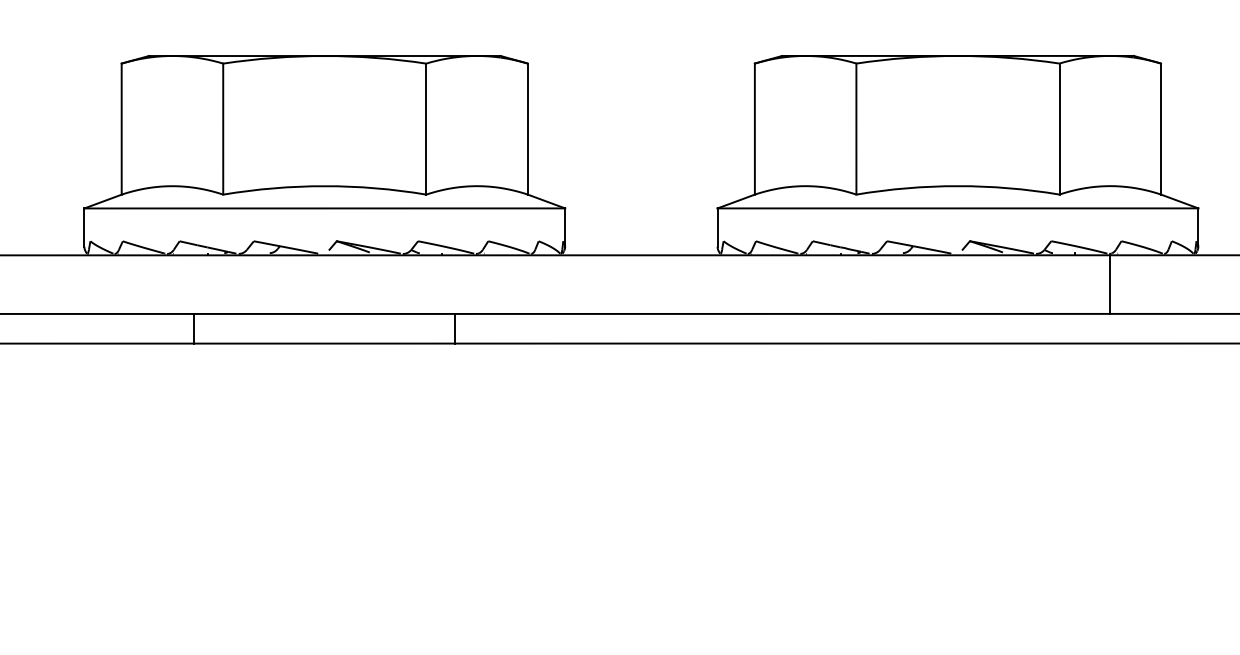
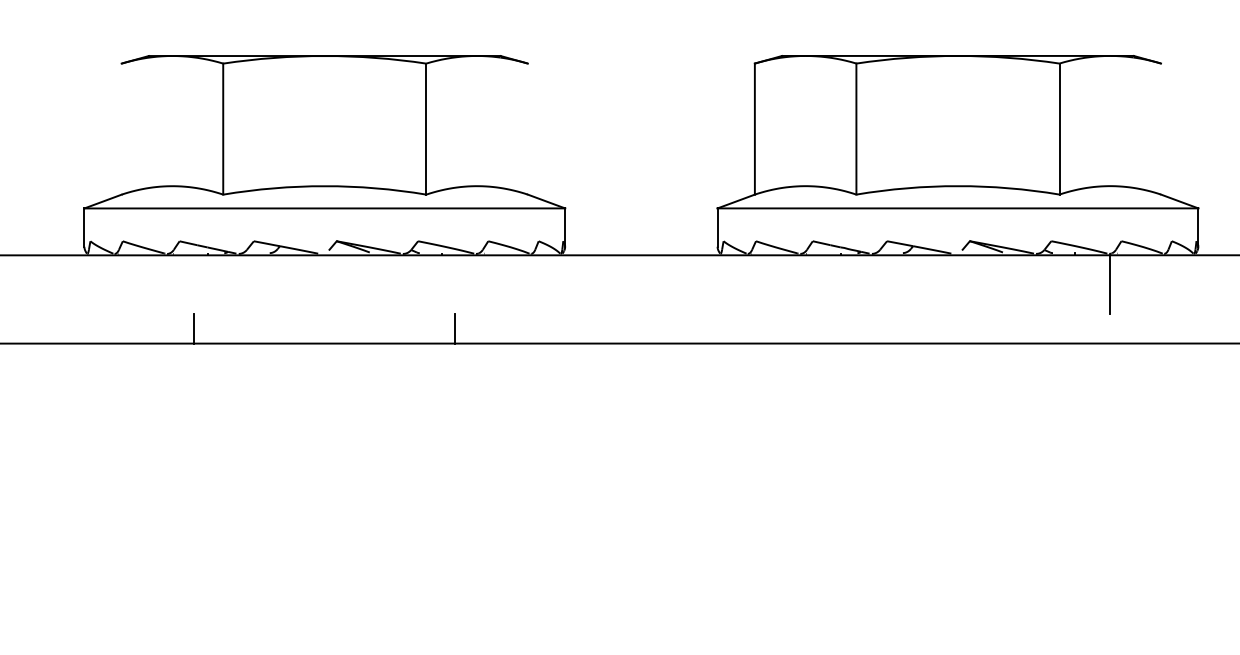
line at (121, 128): present -> none
line at (527, 128): present -> none
line at (1161, 128): present -> none
line at (619, 313): present -> none
